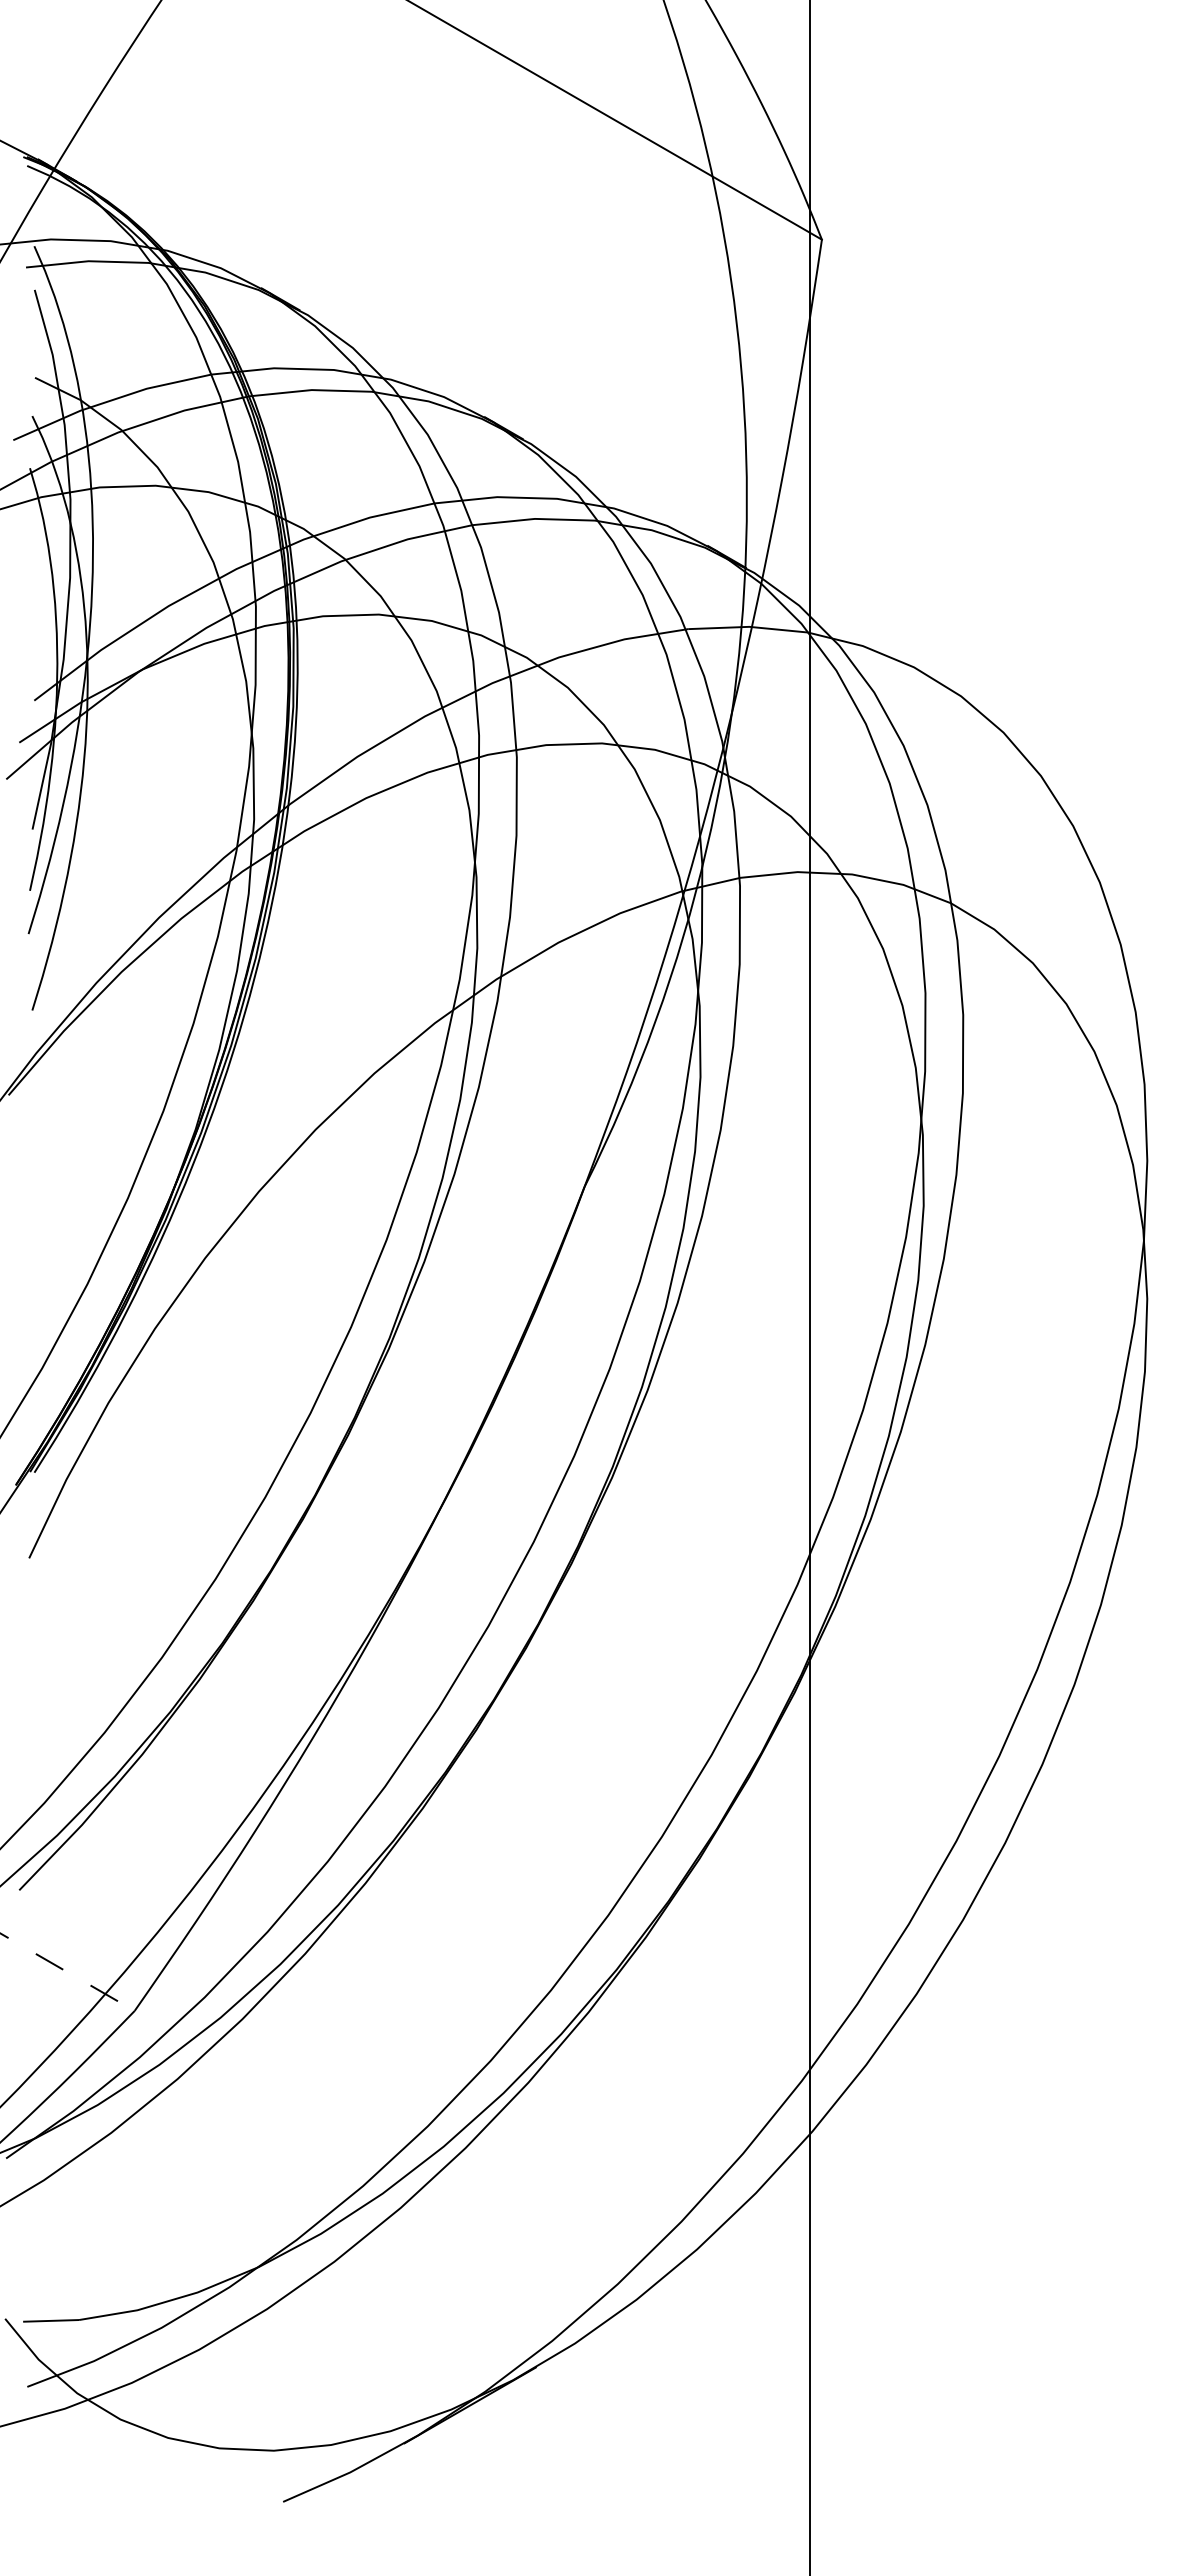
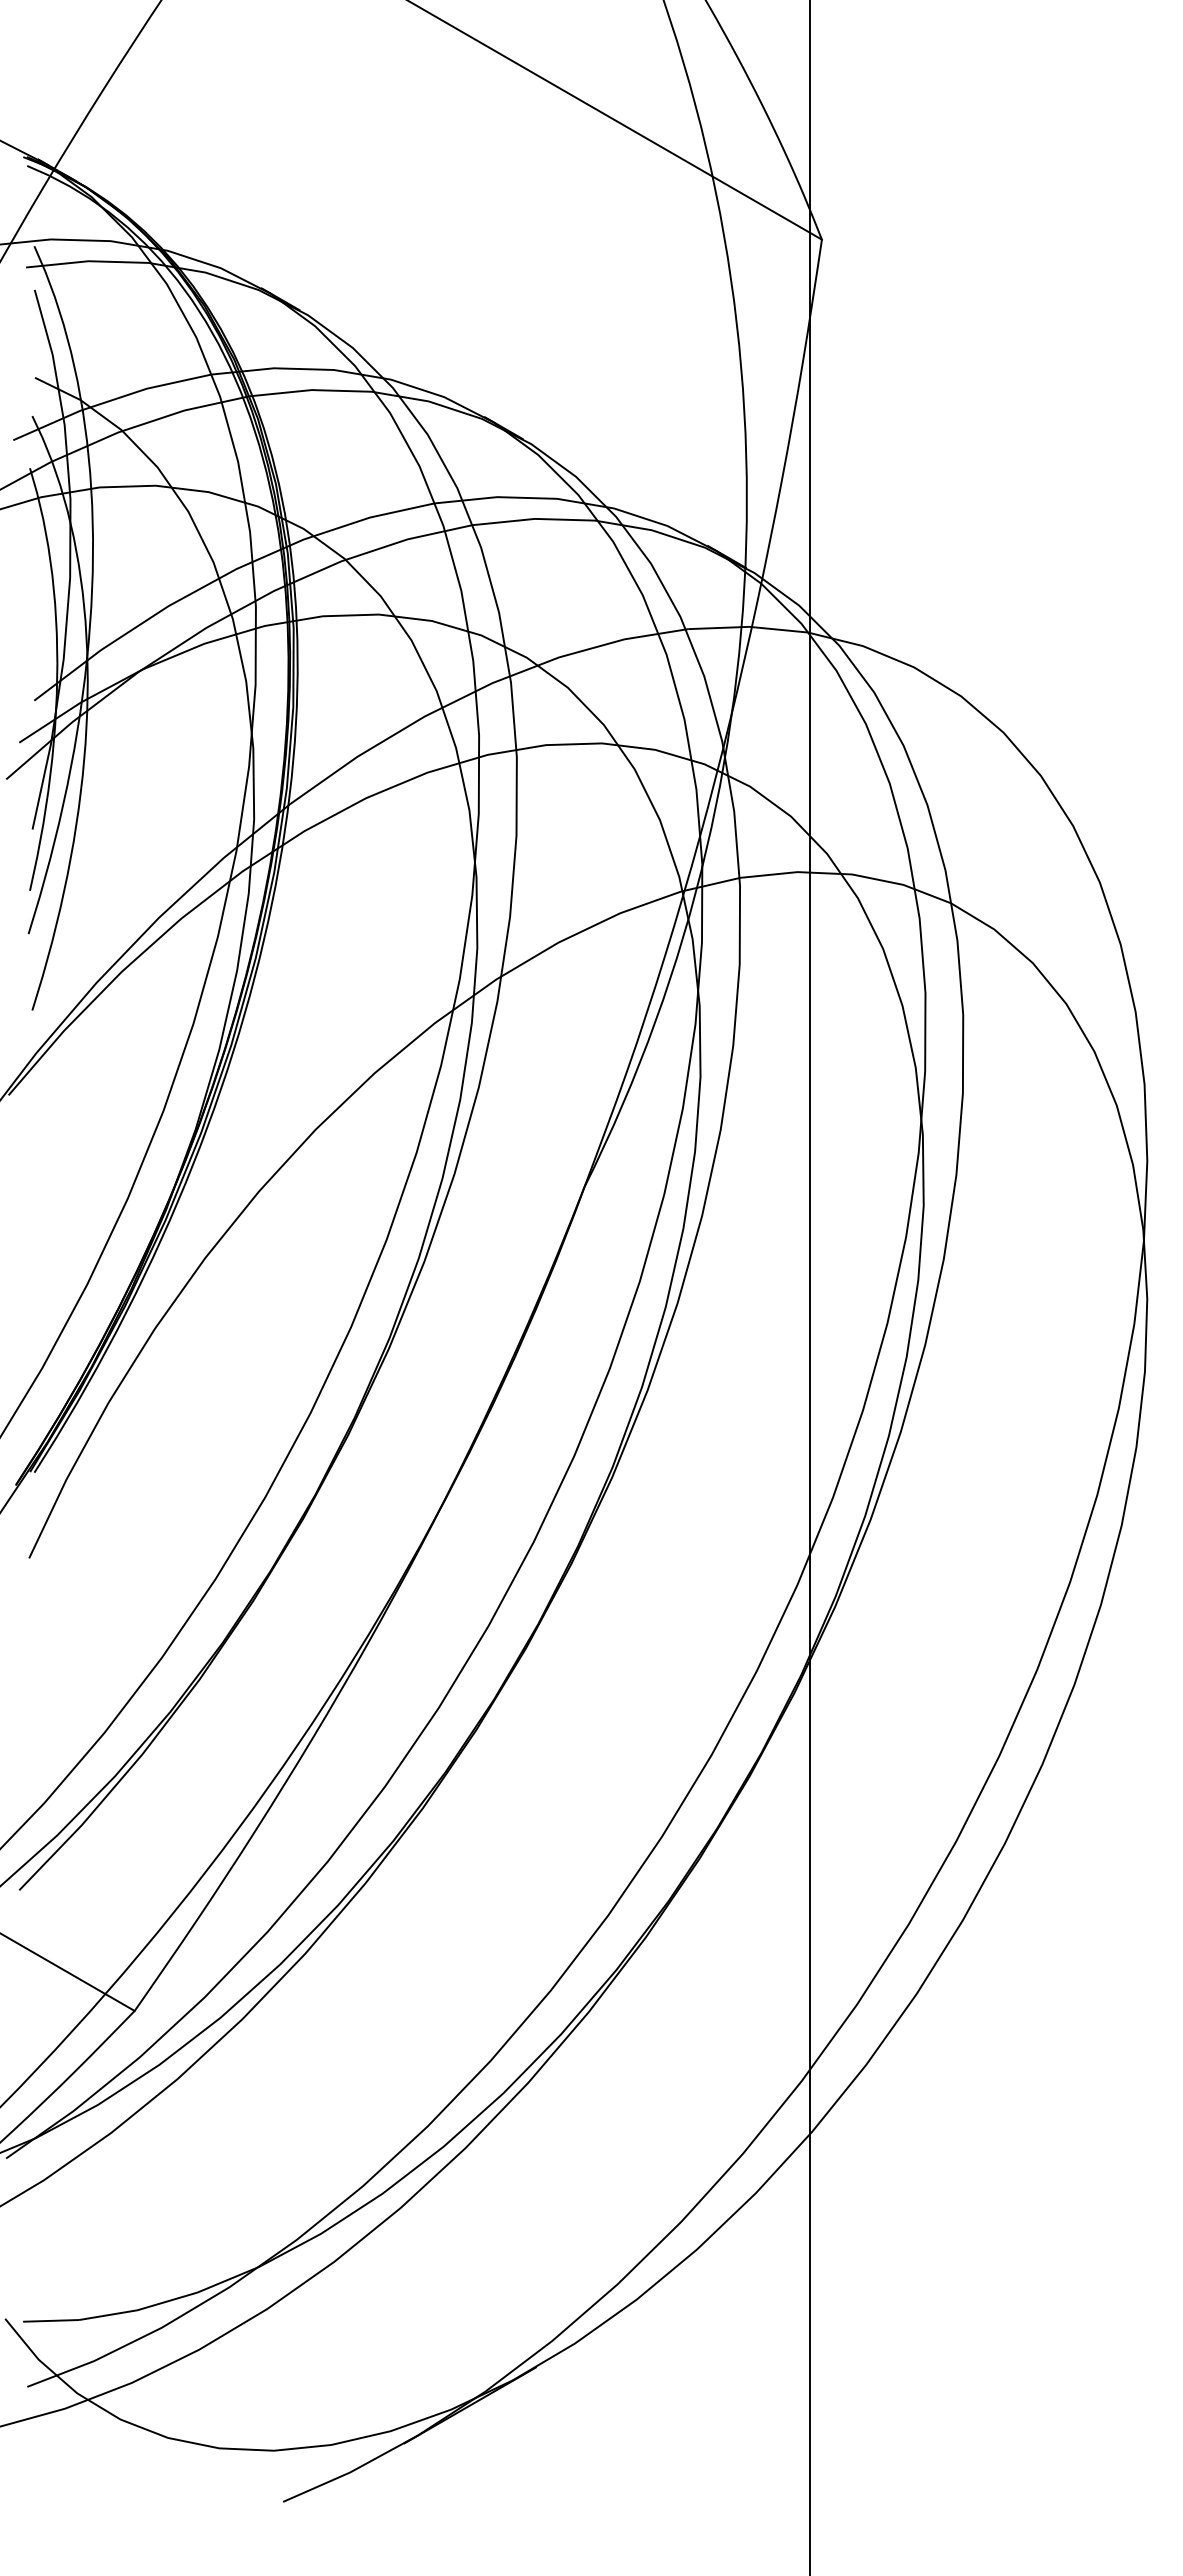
line at (68, 1972): dashed -> solid
